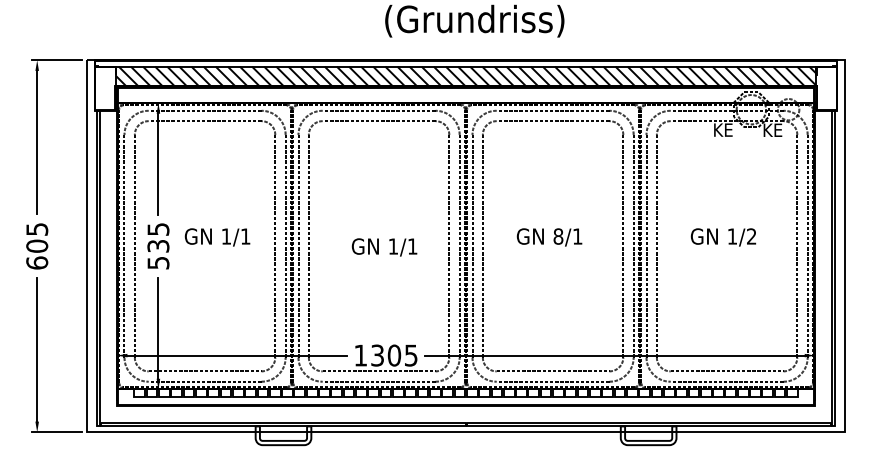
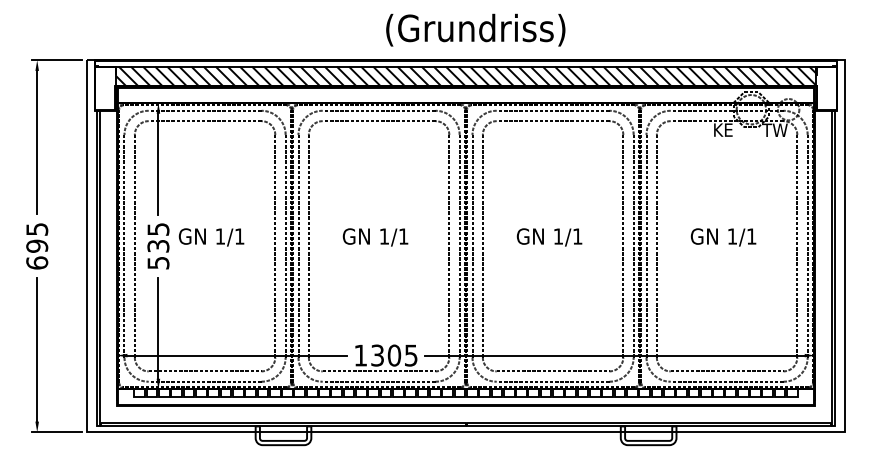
text at (474, 20) position: (474, 20) -> (475, 29)
text at (774, 129): KE -> TW
text at (558, 236): 8/1 -> 1/1
text at (751, 236): 1/2 -> 1/1
text at (217, 237) position: (217, 237) -> (211, 237)
text at (37, 245): 605 -> 695
text at (384, 247) position: (384, 247) -> (375, 237)
